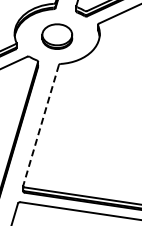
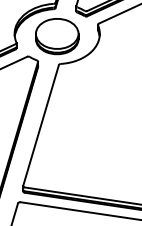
part at (57, 36) size: 33x27 px -> 45x38 px
line at (41, 125): dashed -> solid
